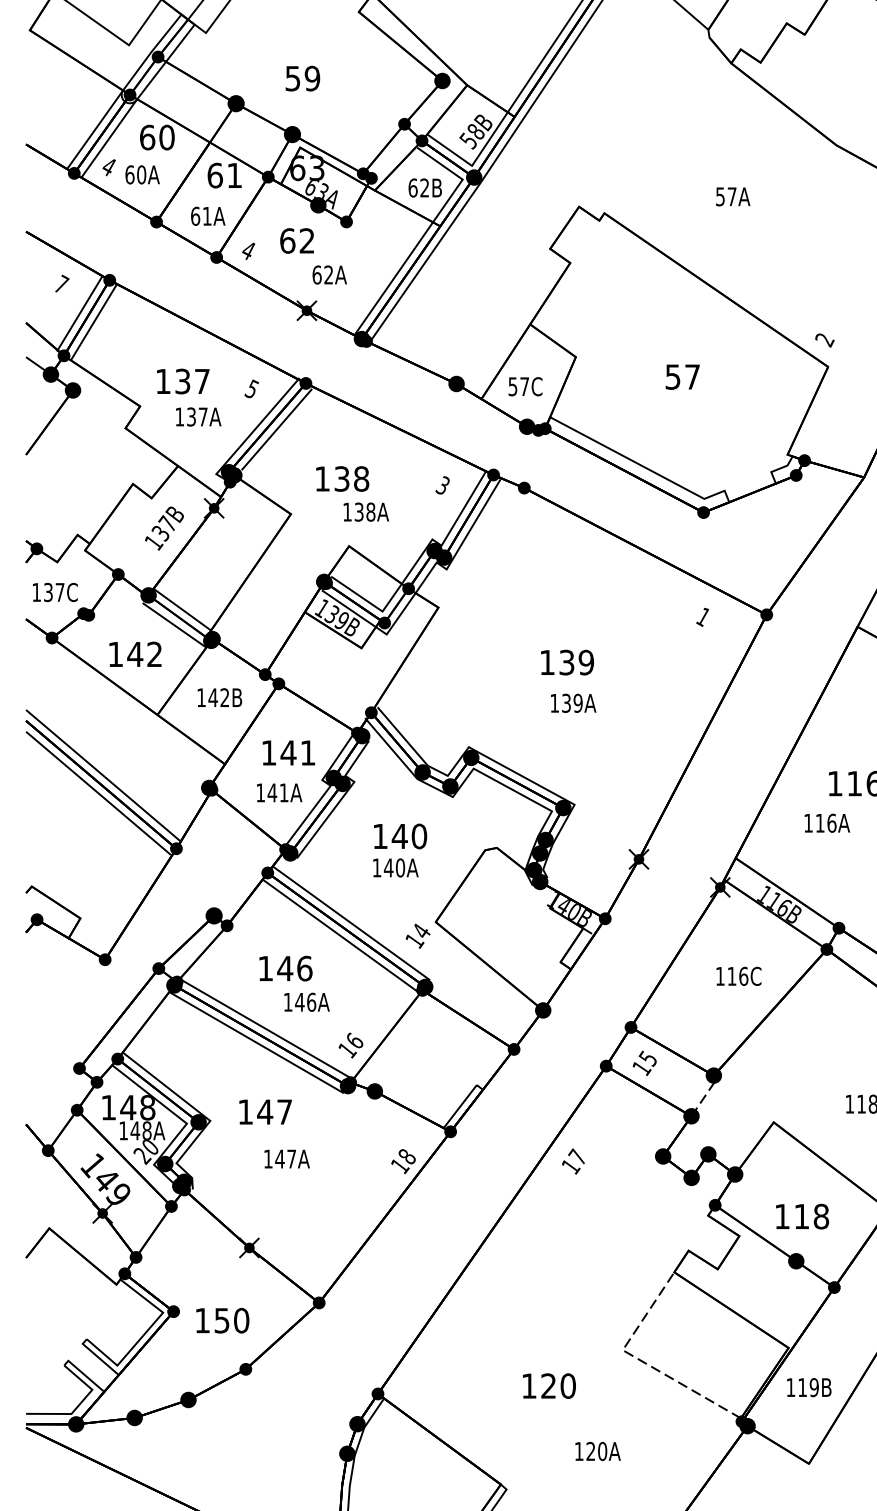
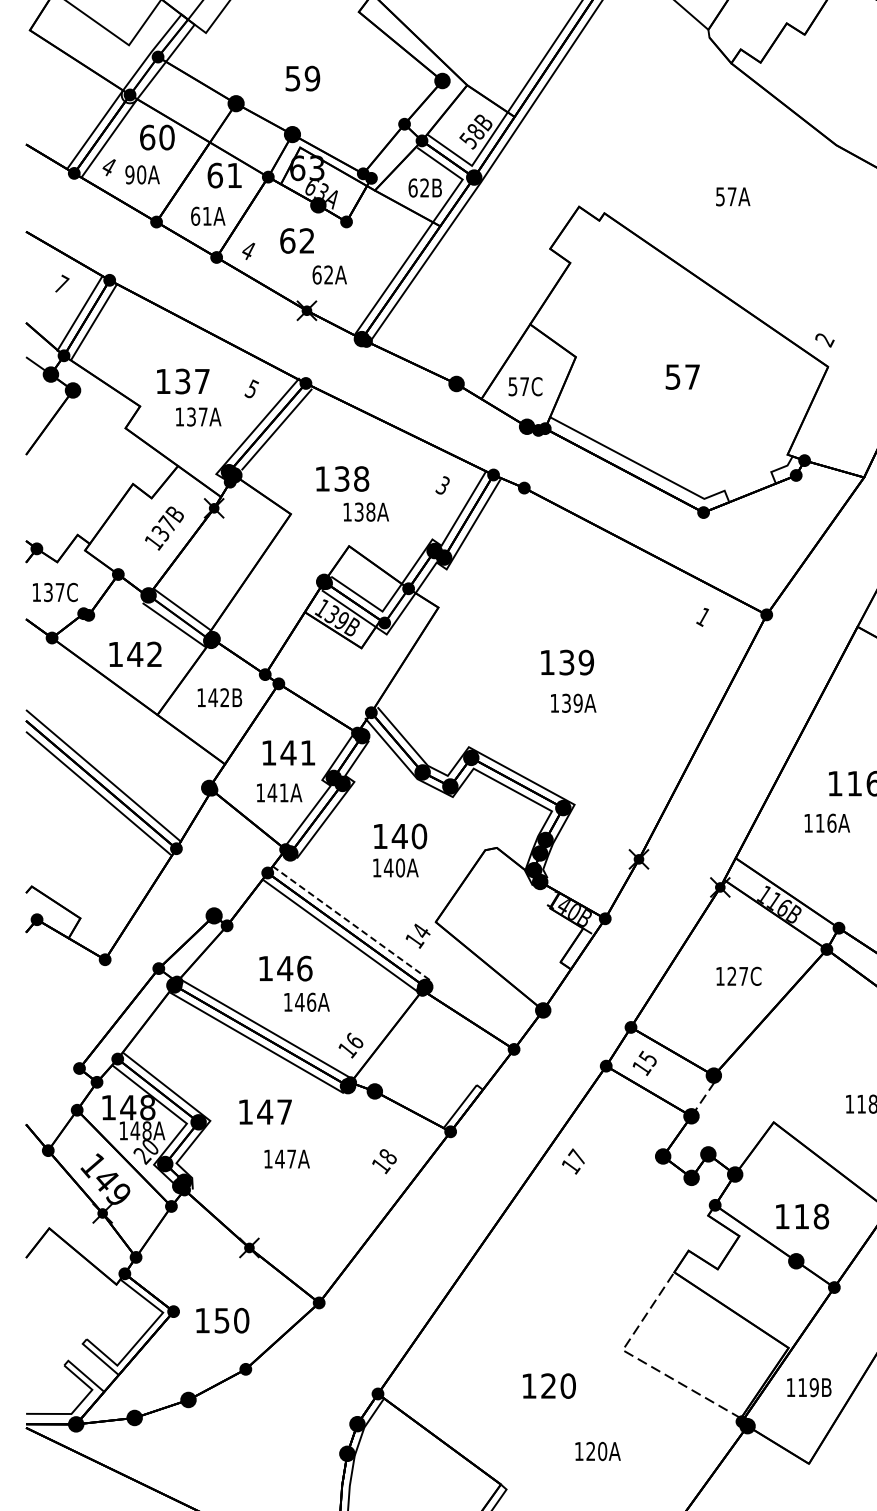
text at (129, 174): 60A -> 90A
line at (351, 923): solid -> dashed
text at (737, 975): 116C -> 127C
text at (403, 1161) position: (403, 1161) -> (384, 1161)
